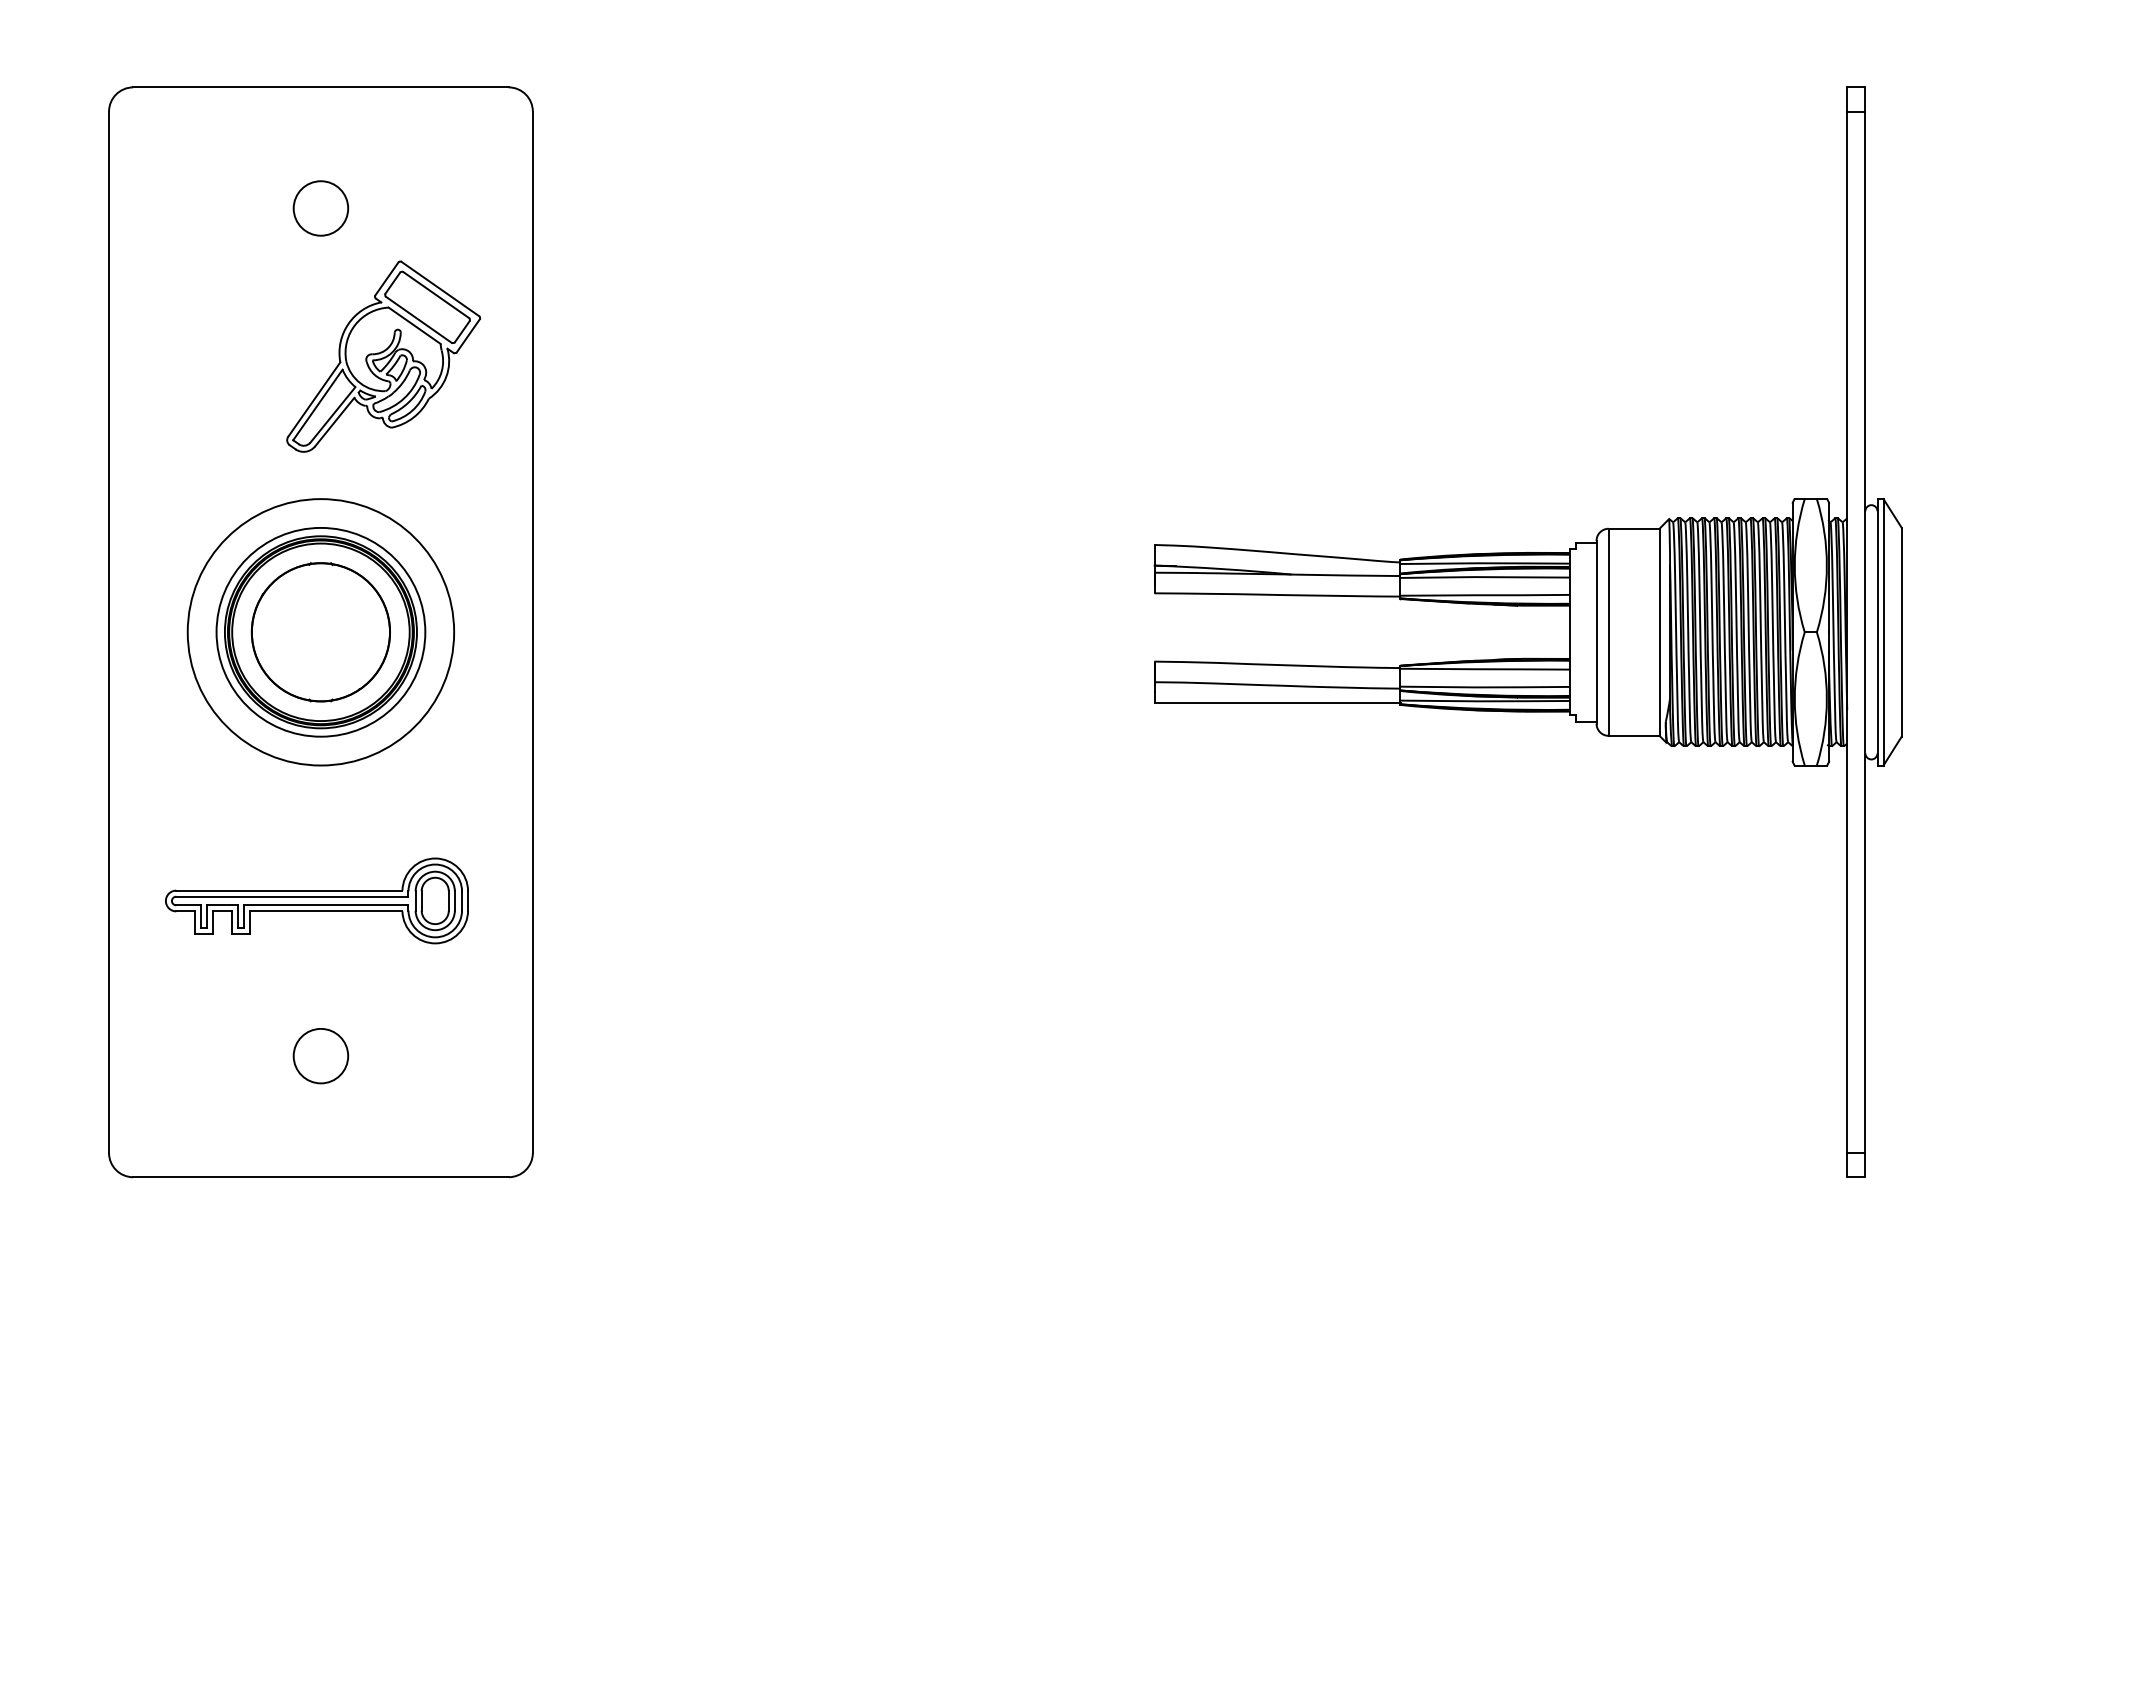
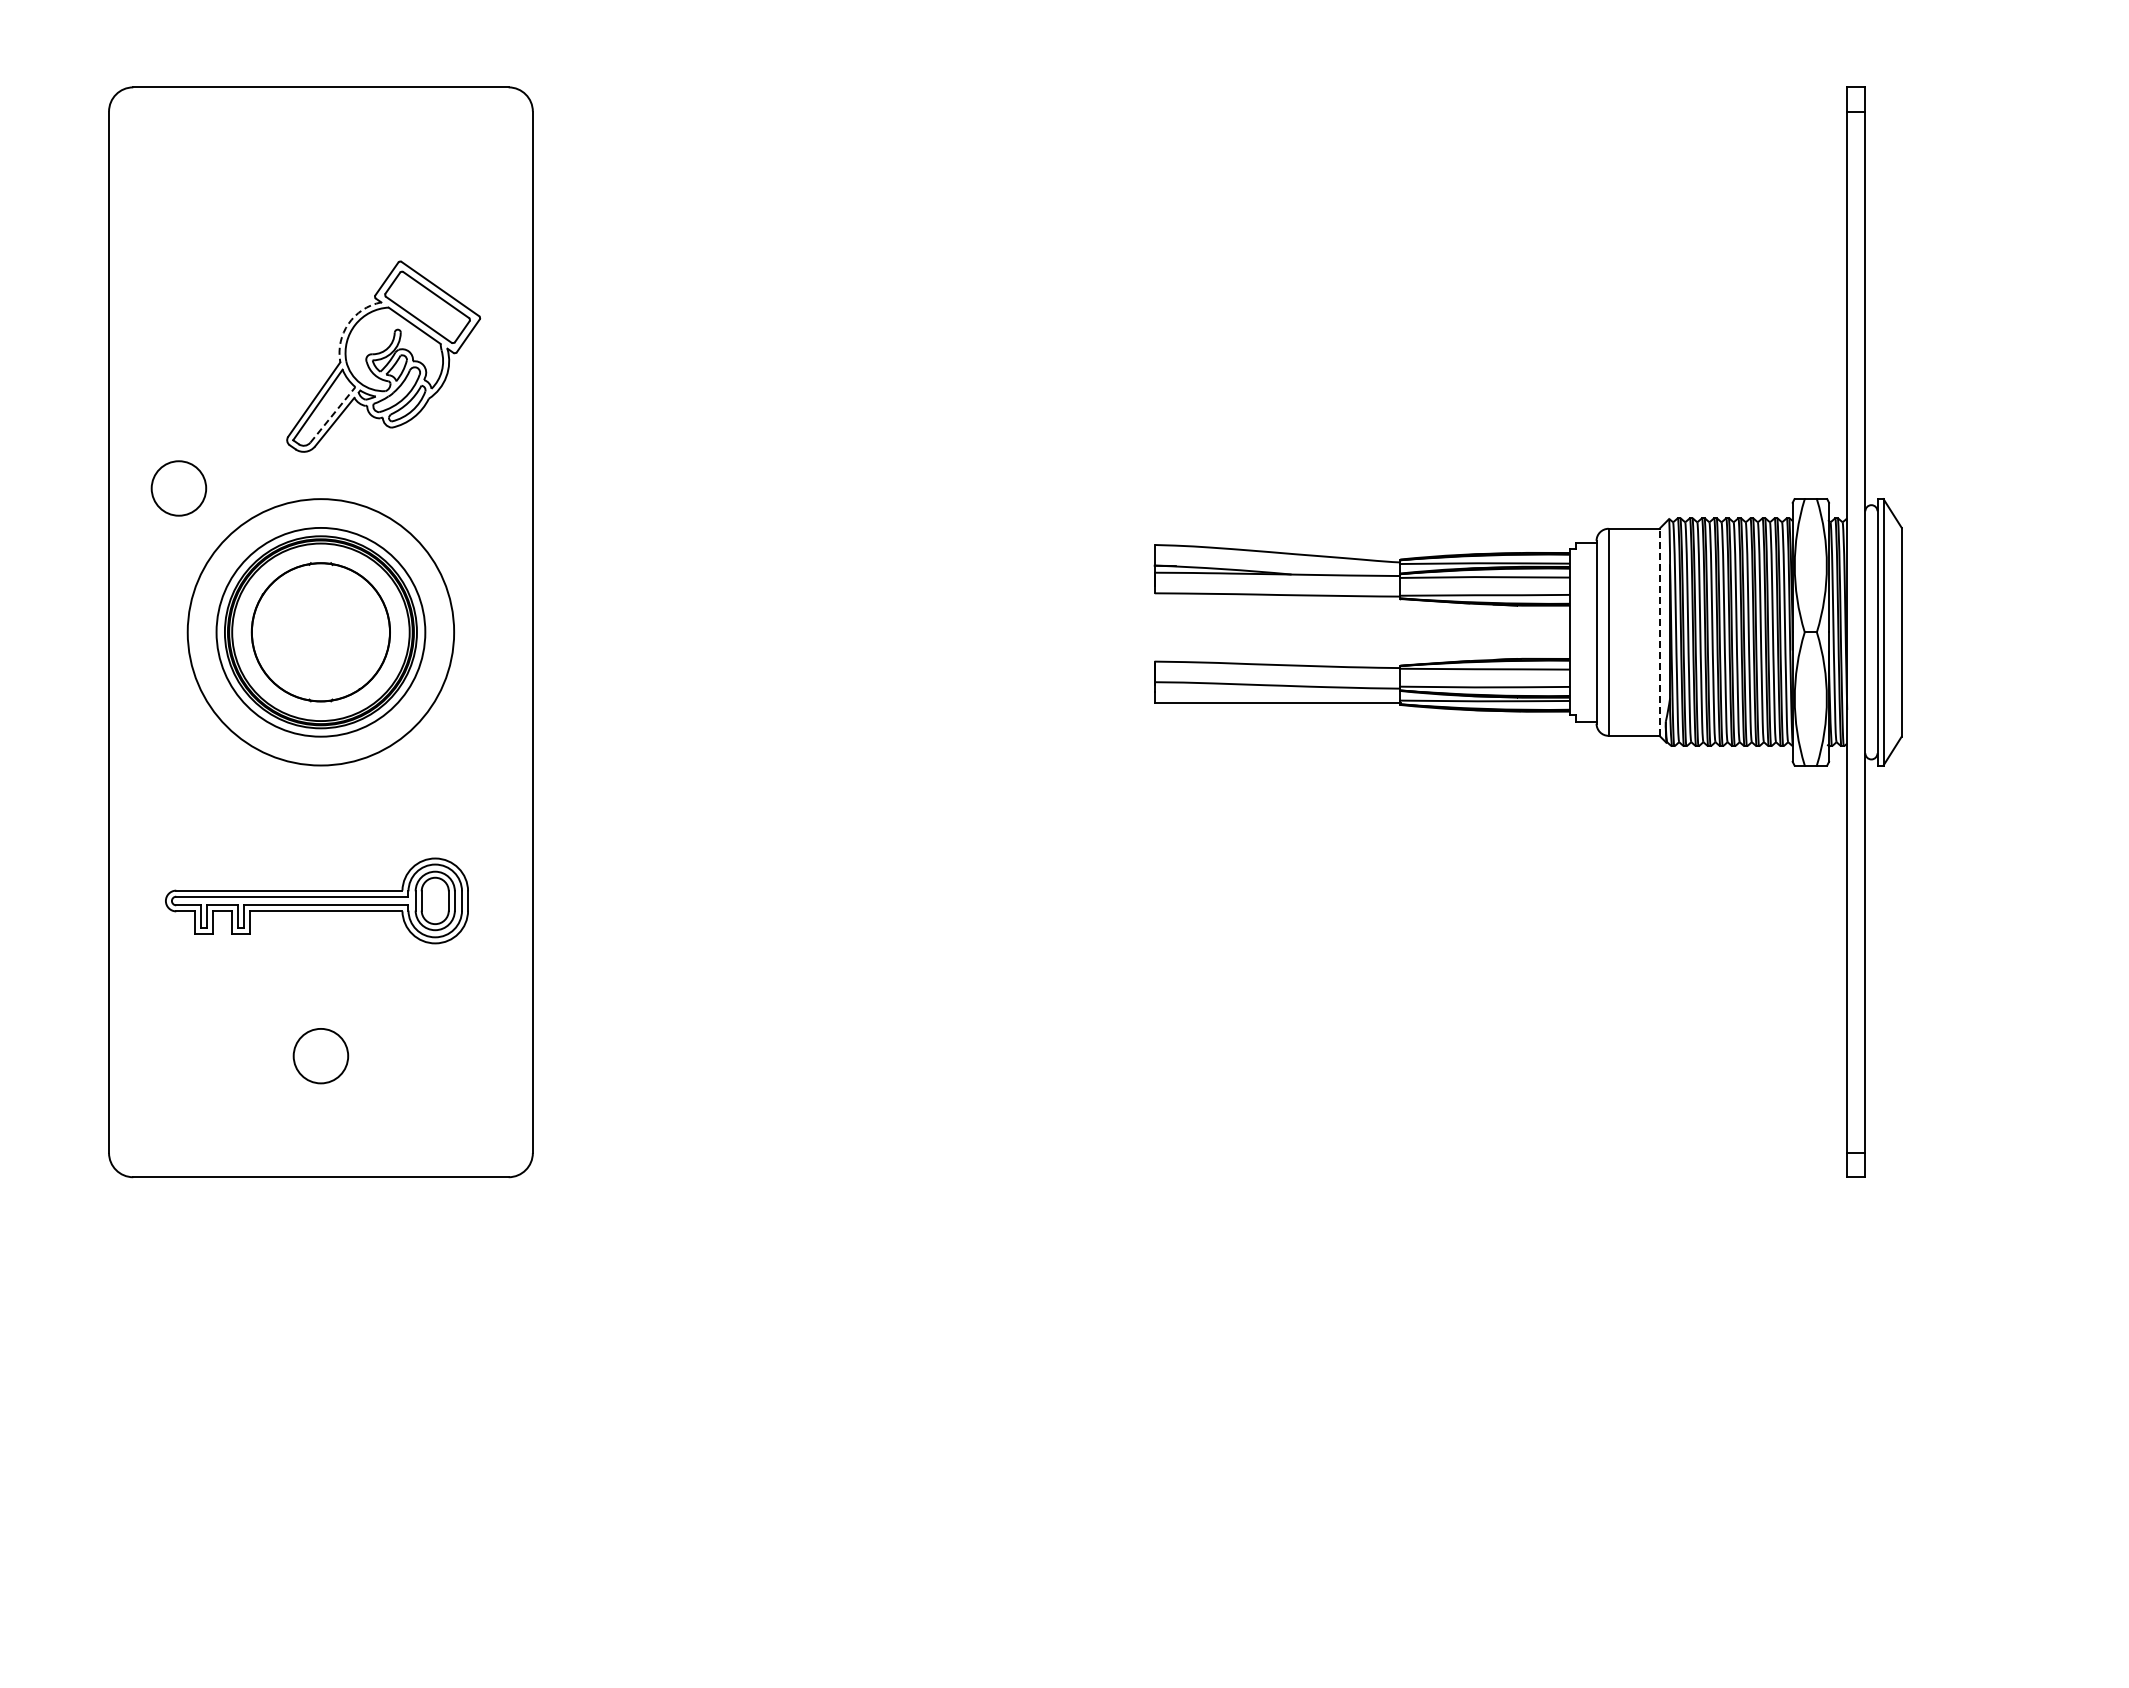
circle at (320, 208) position: (320, 208) -> (178, 488)
arc at (348, 323): solid -> dashed
line at (332, 414): solid -> dashed
line at (1659, 632): solid -> dashed
